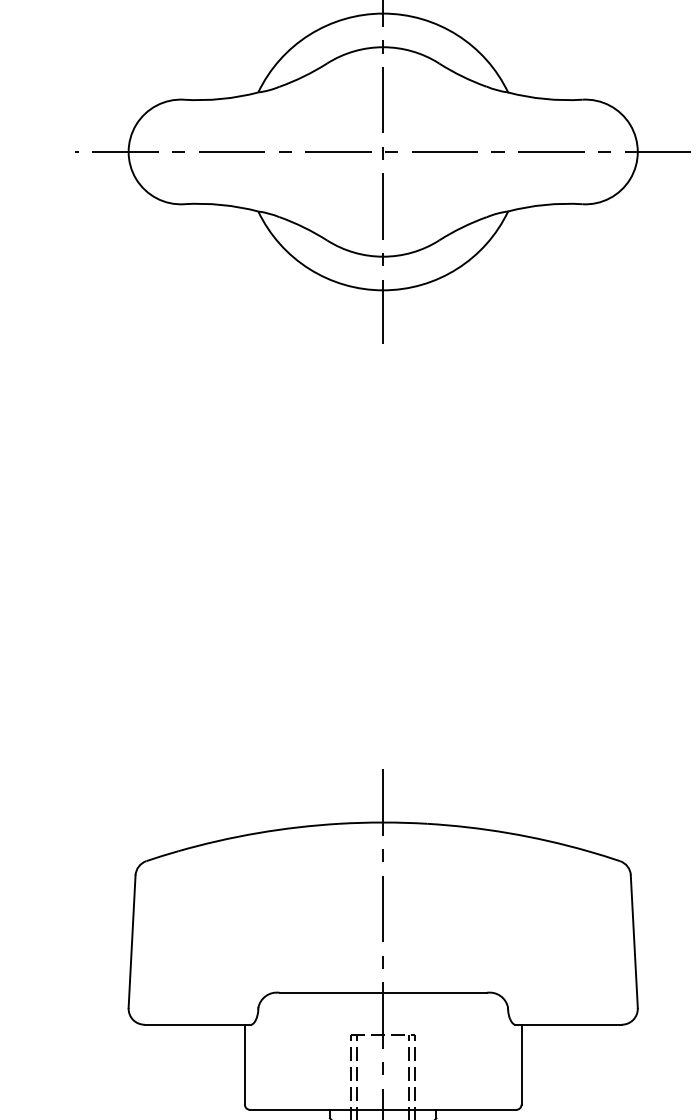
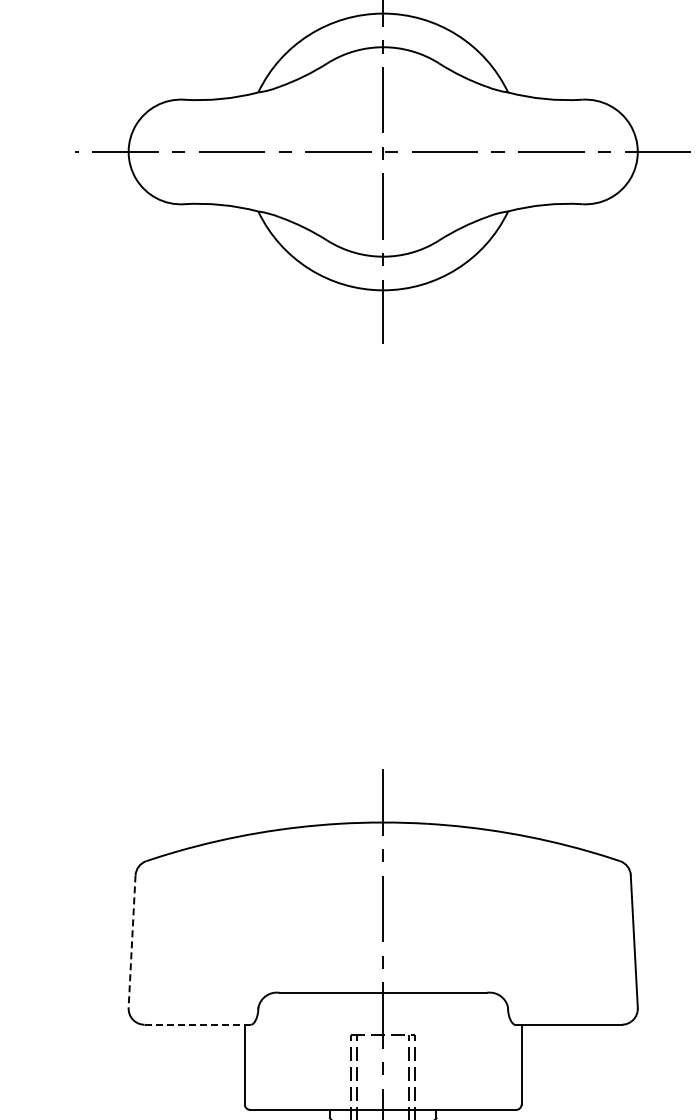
line at (132, 942): solid -> dashed
line at (197, 1024): solid -> dashed
